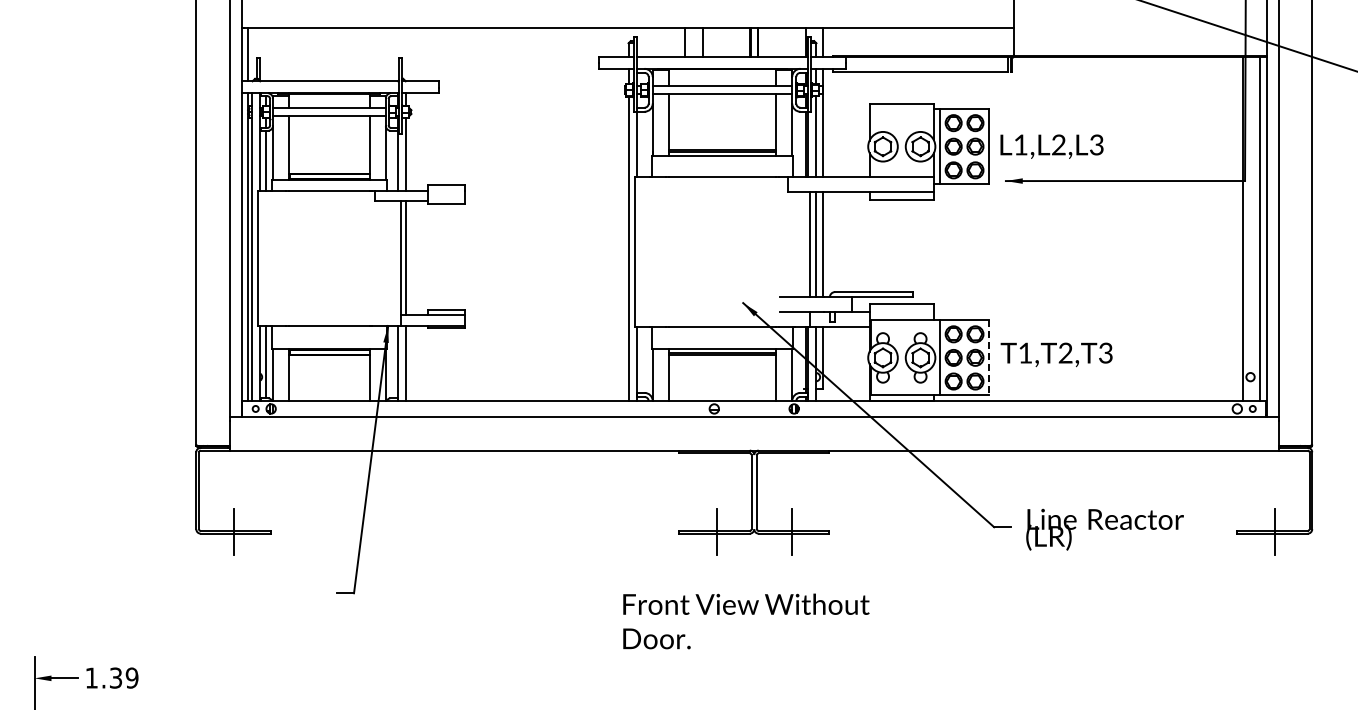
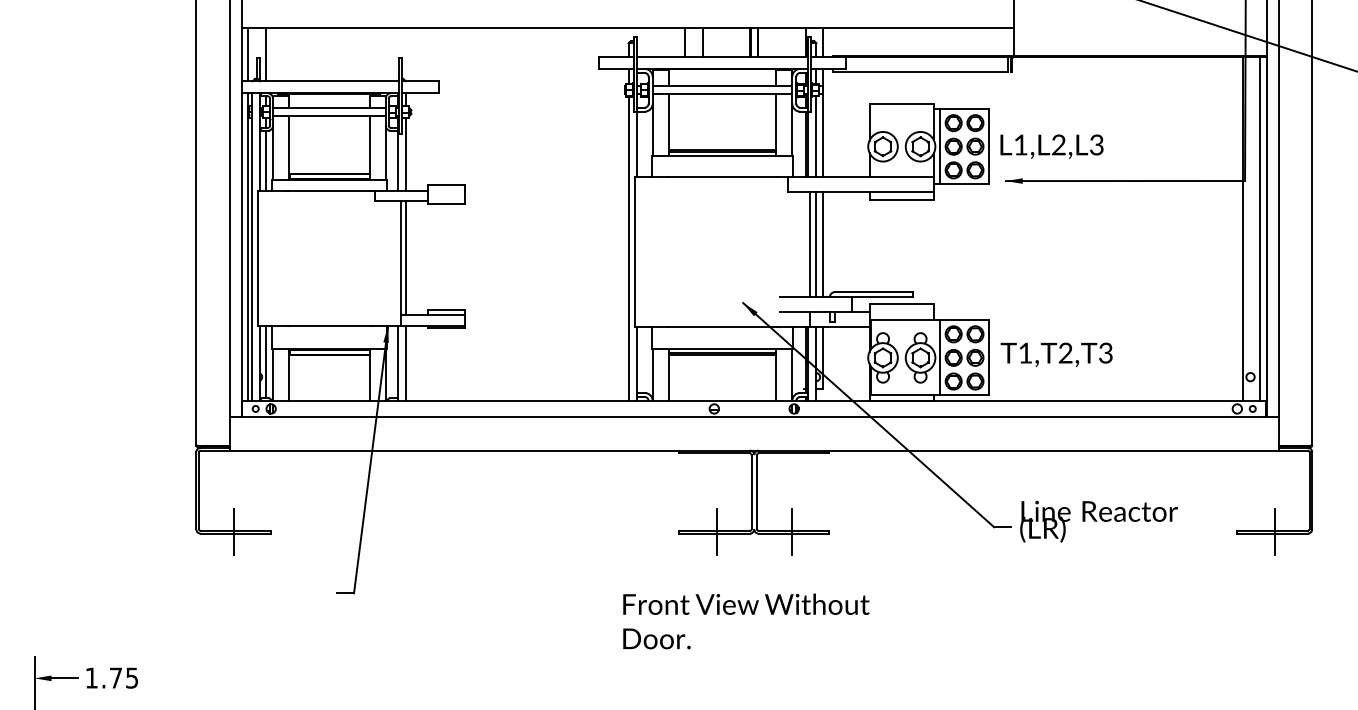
line at (266, 54): none -> present
line at (988, 357): dashed -> solid
text at (1104, 529) position: (1104, 529) -> (1098, 521)
text at (124, 677): 1.39 -> 1.75
